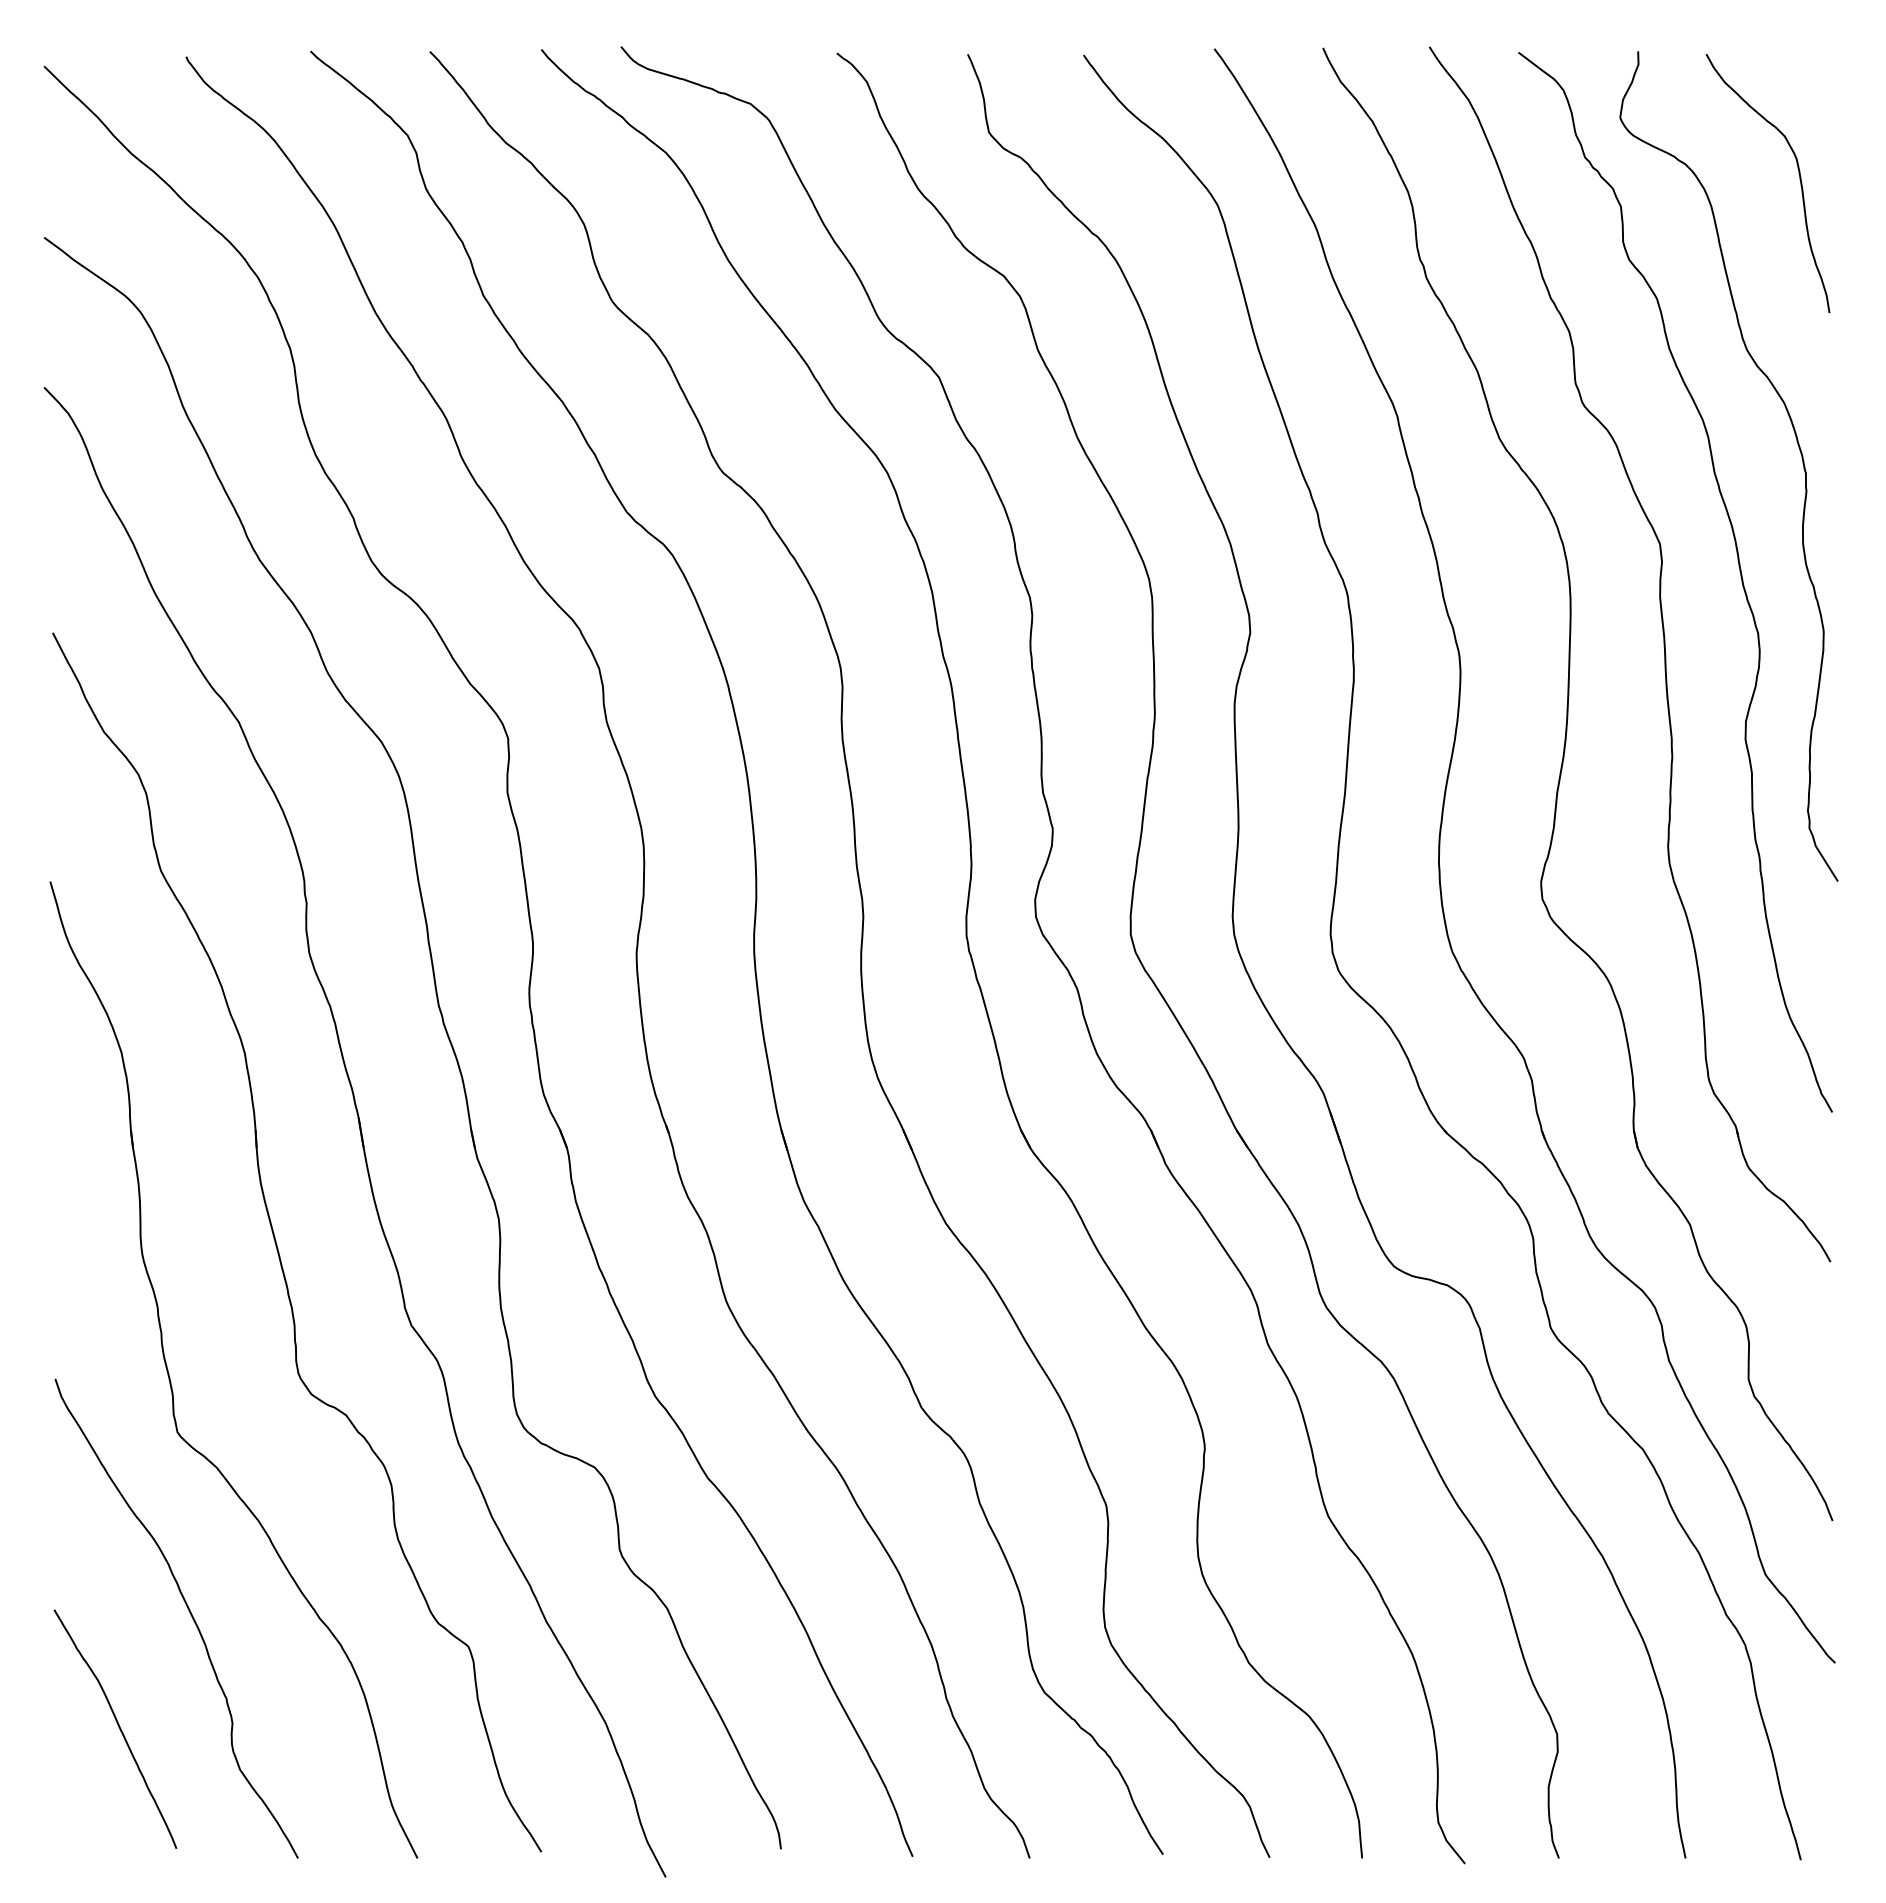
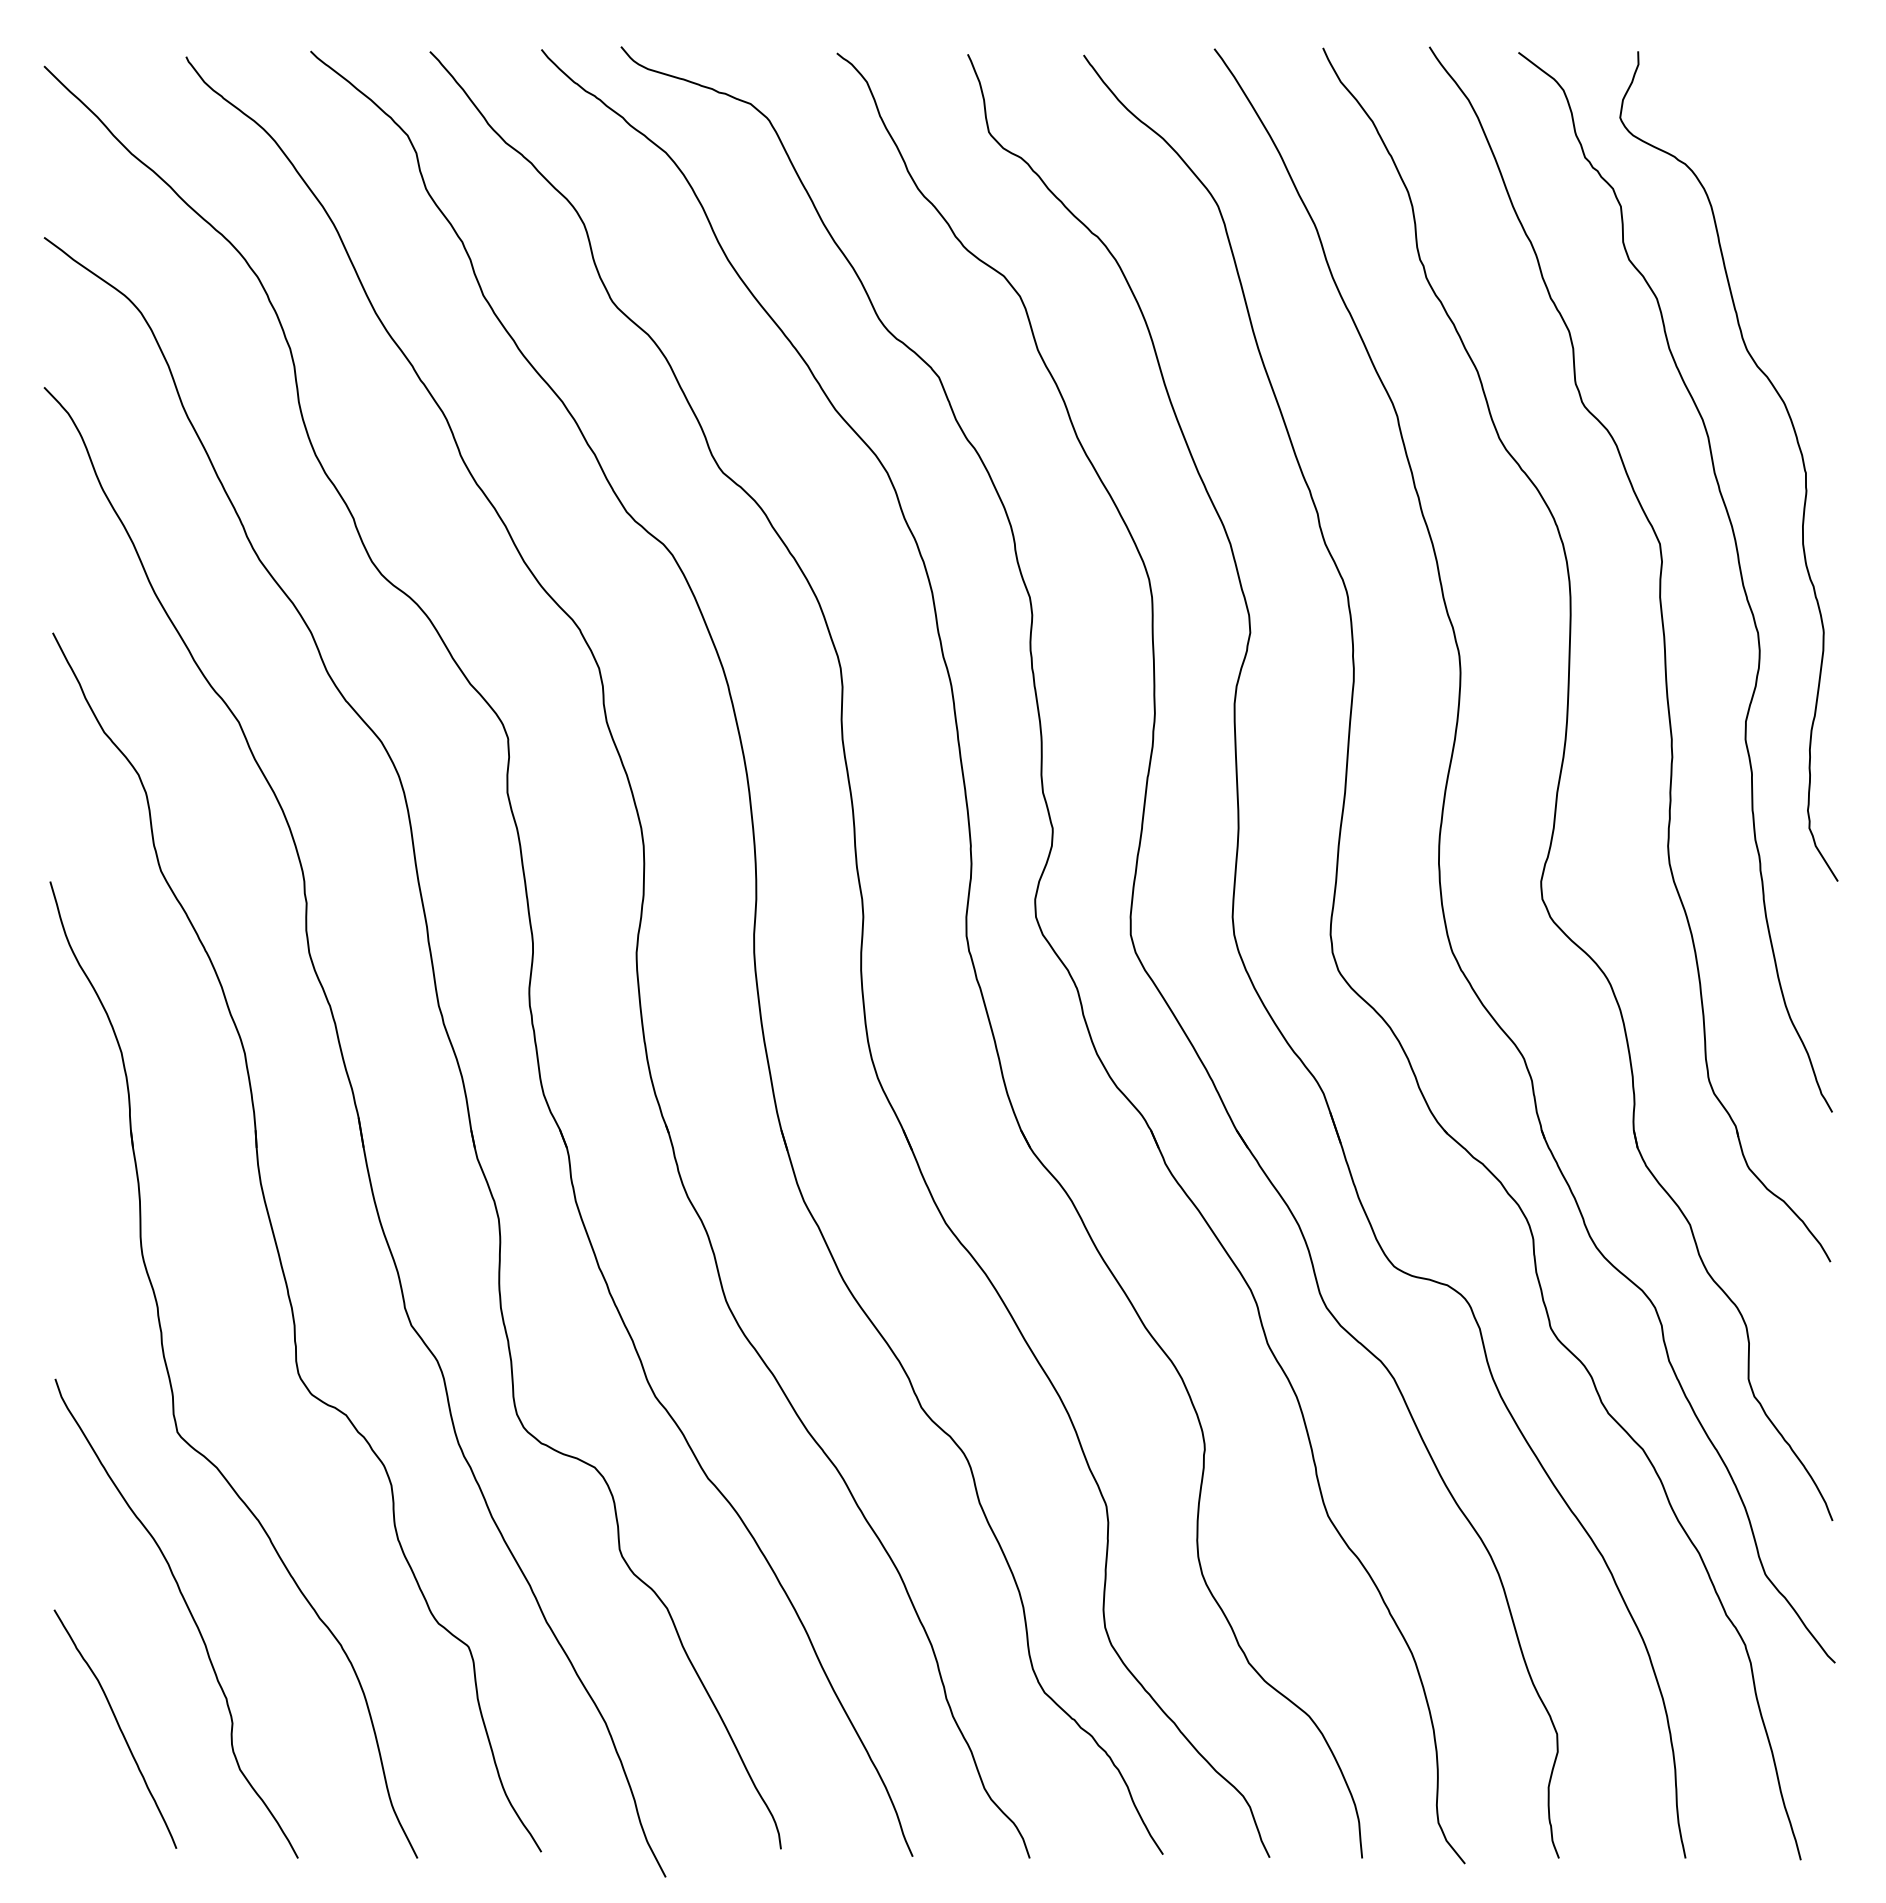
curve at (1799, 180): present -> none
